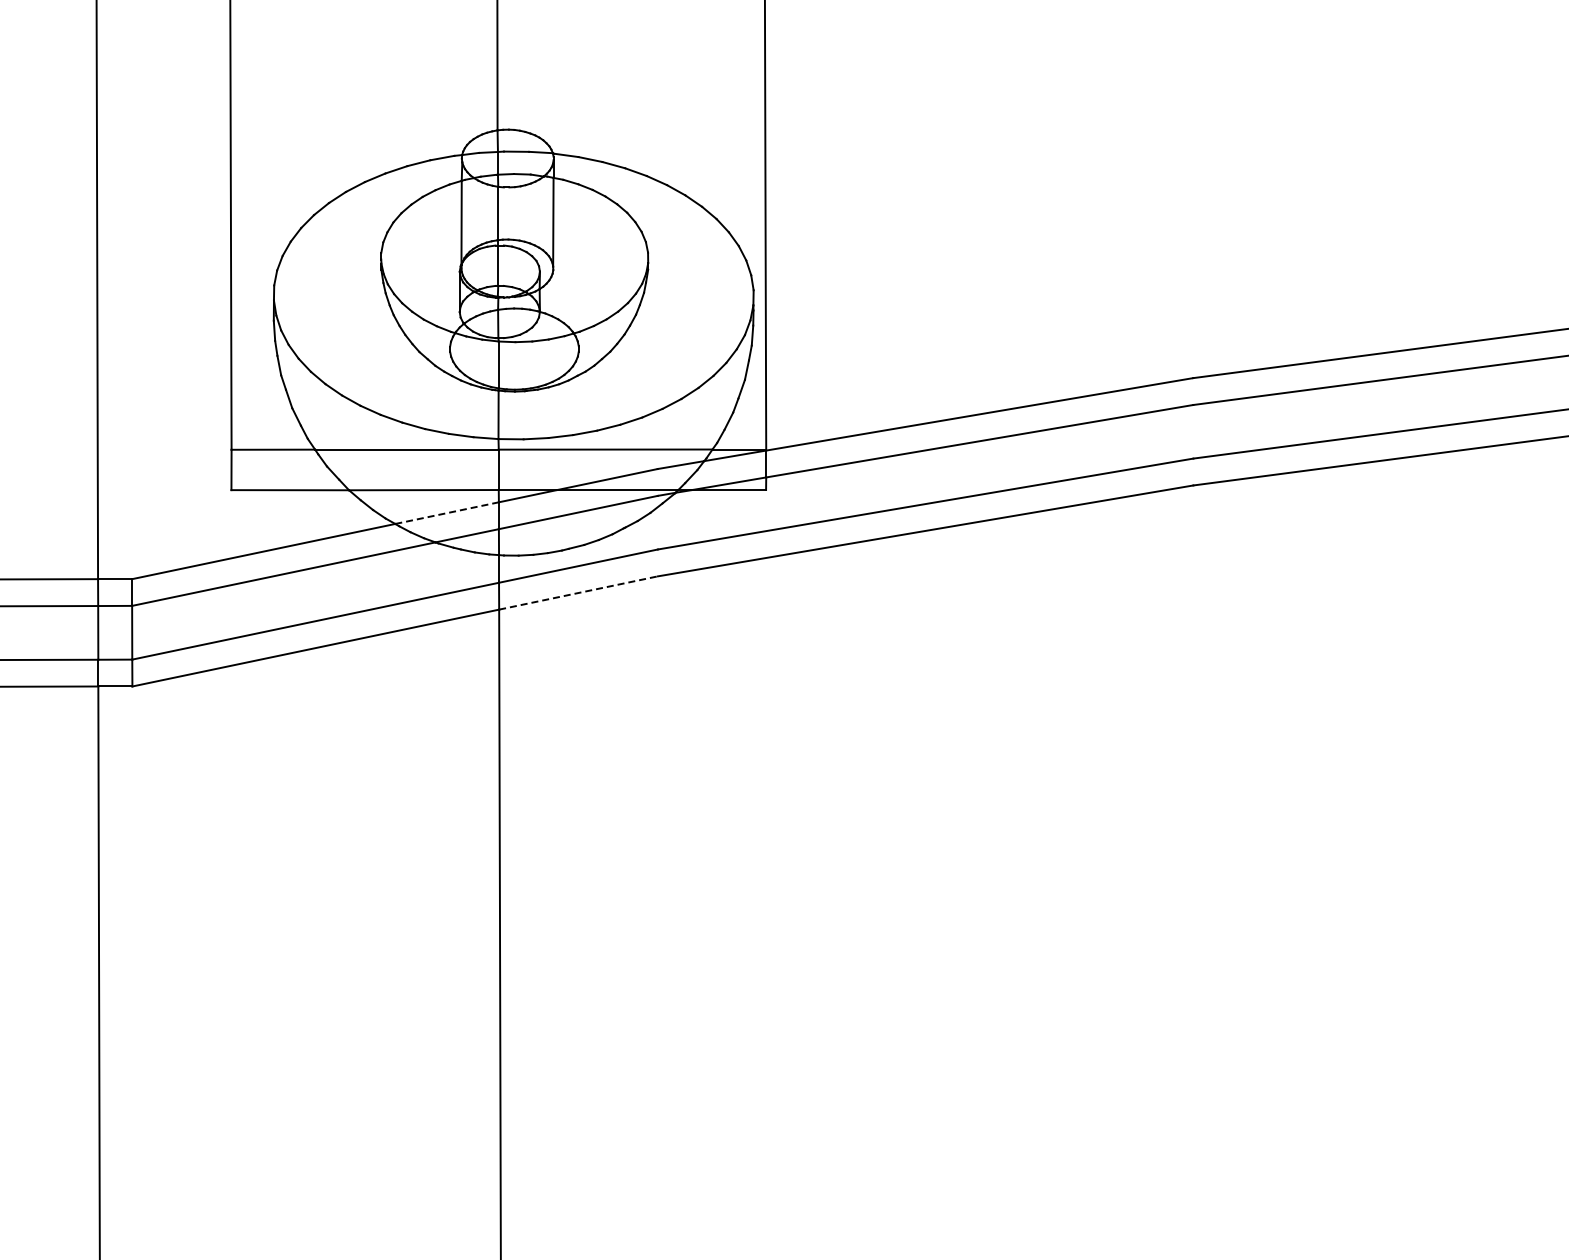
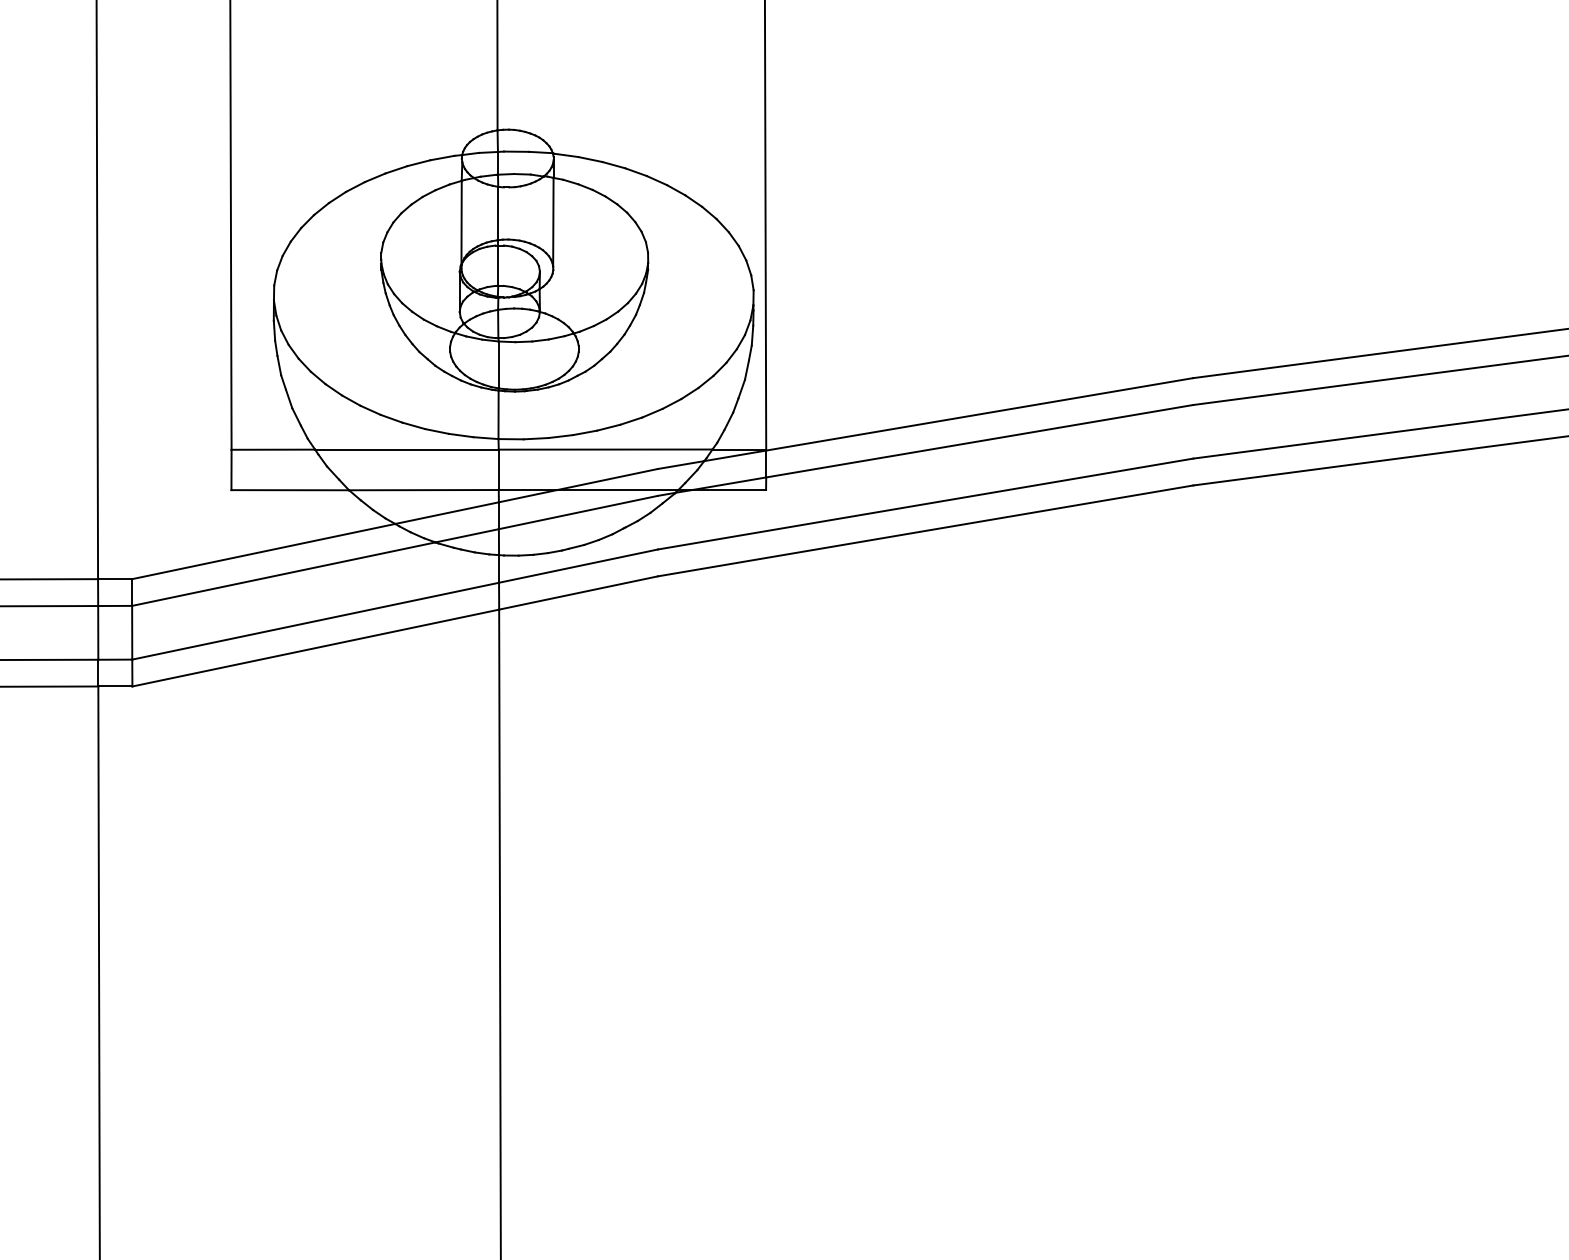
line at (447, 513): dashed -> solid
line at (579, 592): dashed -> solid
